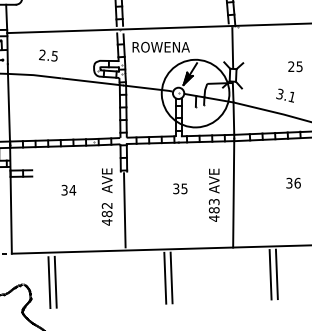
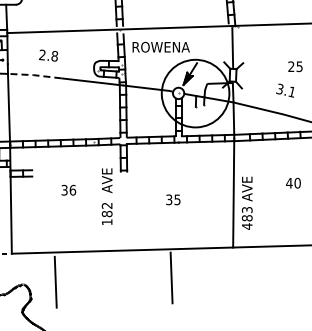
text at (54, 55): 2.5 -> 2.8
line at (33, 75): solid -> dashed
text at (284, 95) position: (284, 95) -> (284, 90)
text at (293, 182): 36 -> 40
text at (180, 188) position: (180, 188) -> (173, 199)
text at (72, 189): 34 -> 36
text at (213, 194) position: (213, 194) -> (246, 202)
line at (124, 210): present -> none
text at (107, 222): 482 -> 182
line at (270, 274): present -> none
line at (276, 274): present -> none
line at (165, 277): present -> none
line at (49, 282): present -> none
